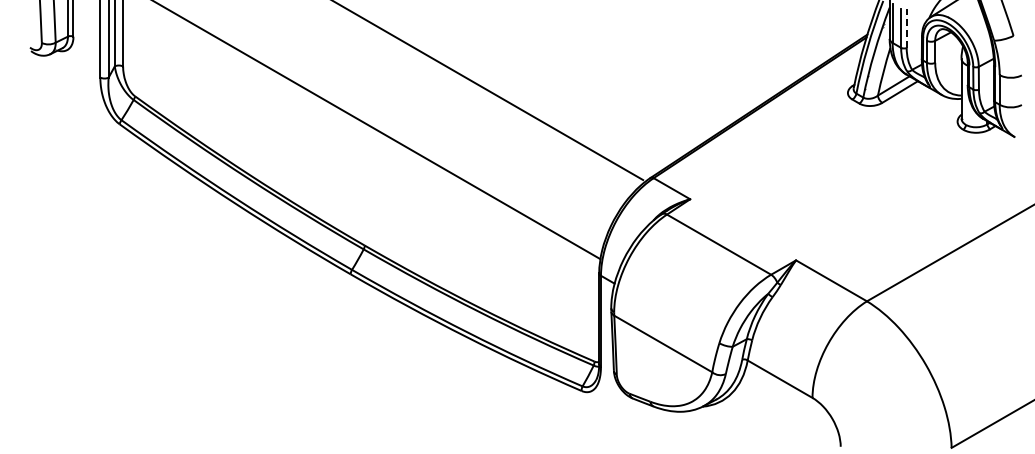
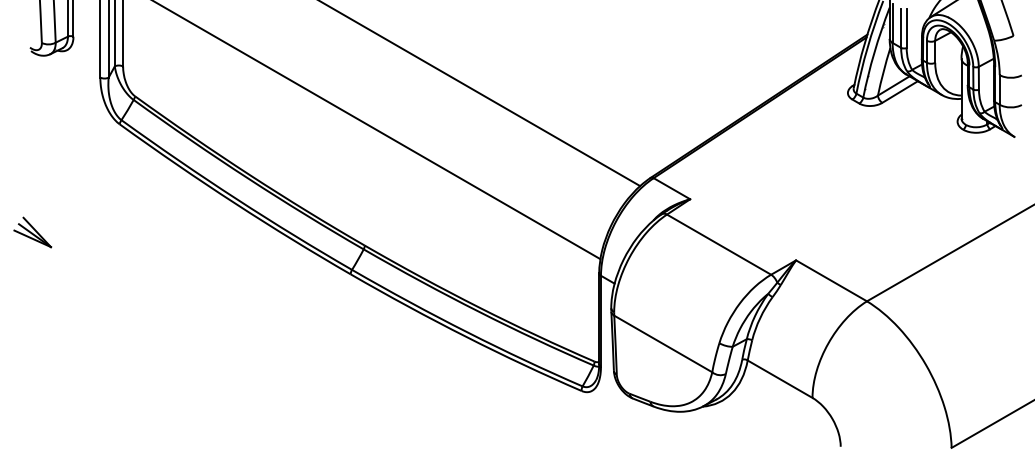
line at (906, 28): dashed -> solid
line at (488, 91) position: (488, 91) -> (480, 94)
part at (32, 232): none -> present
